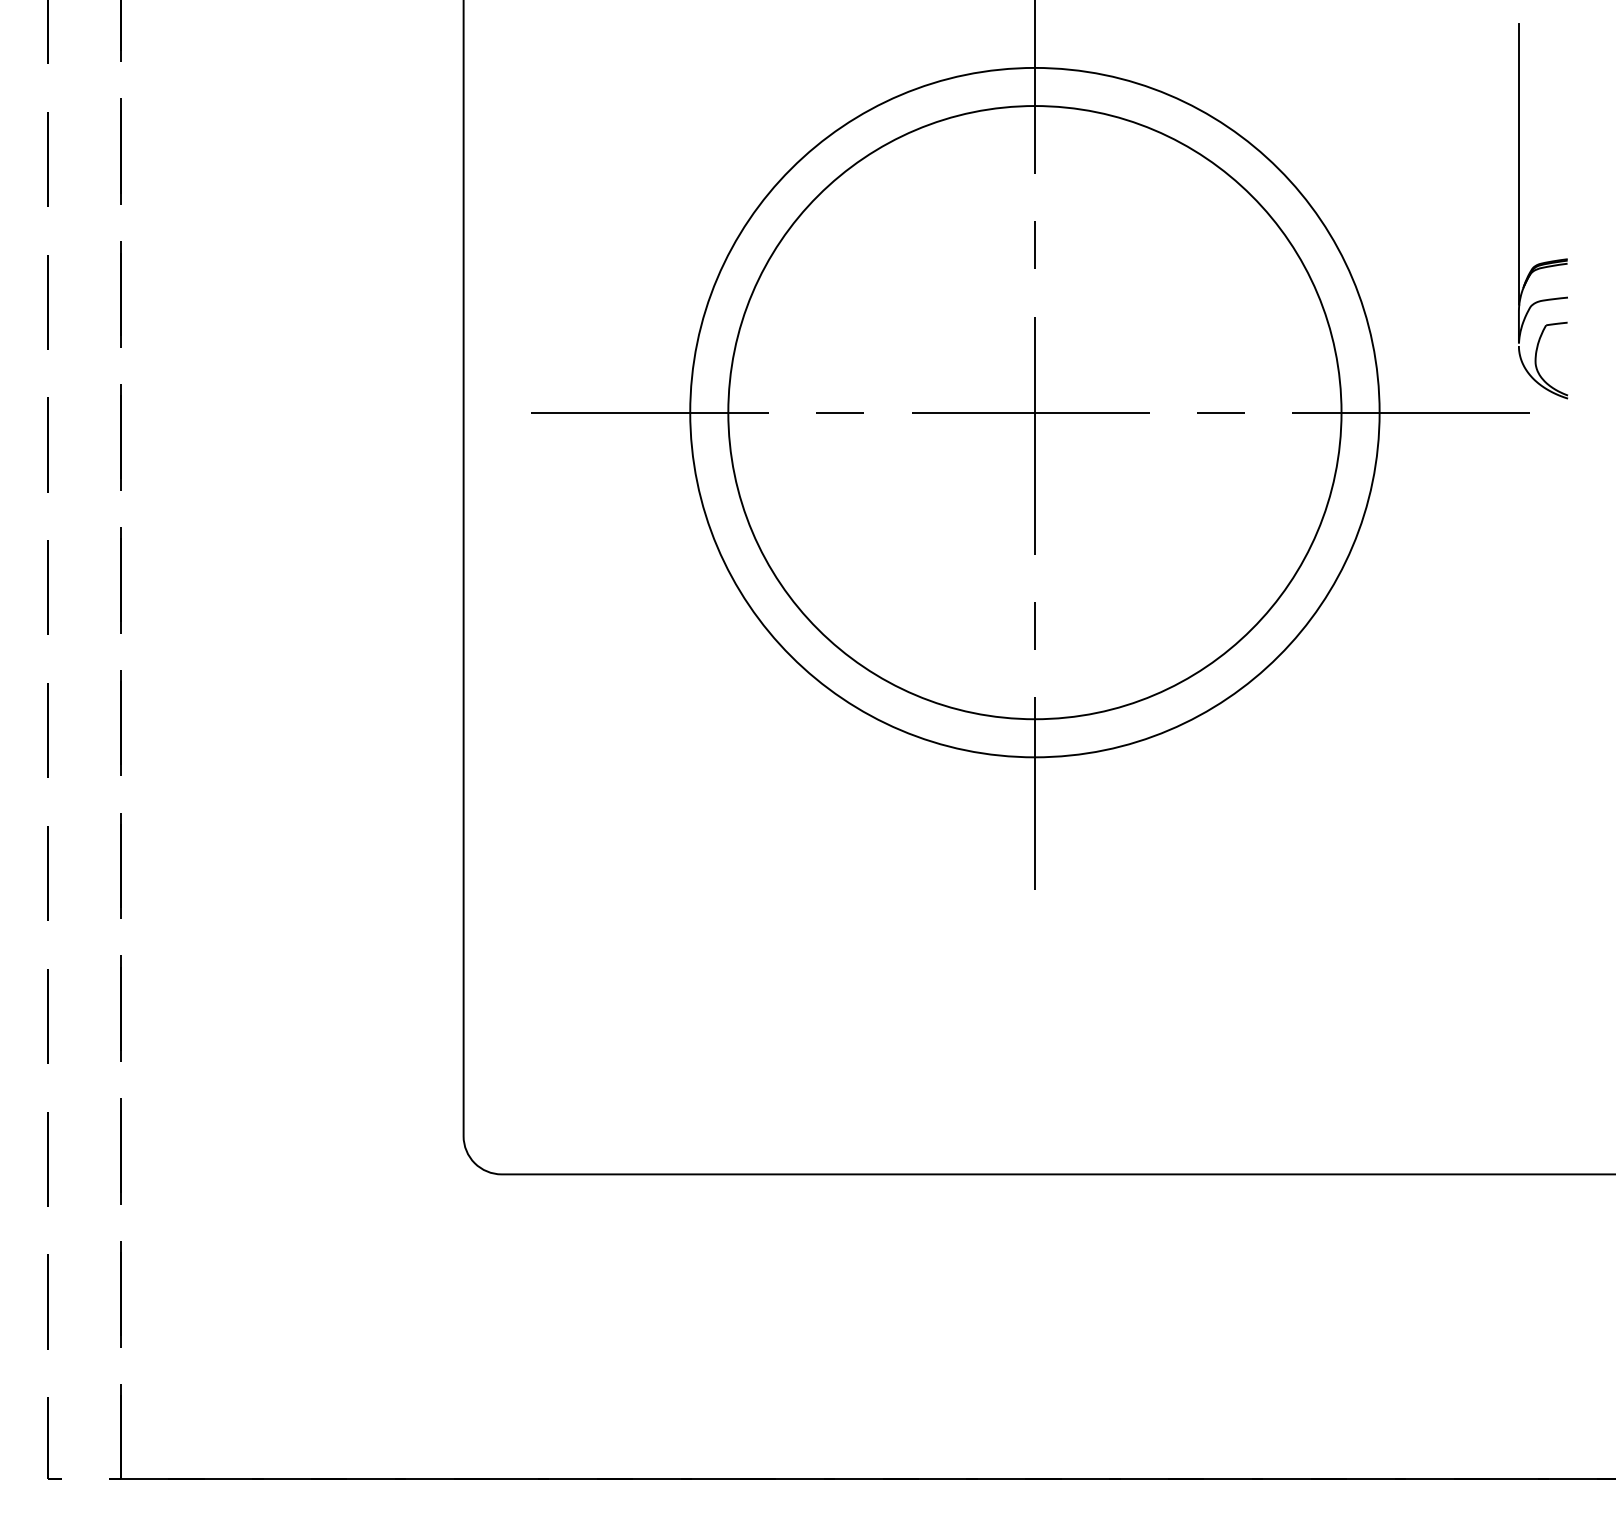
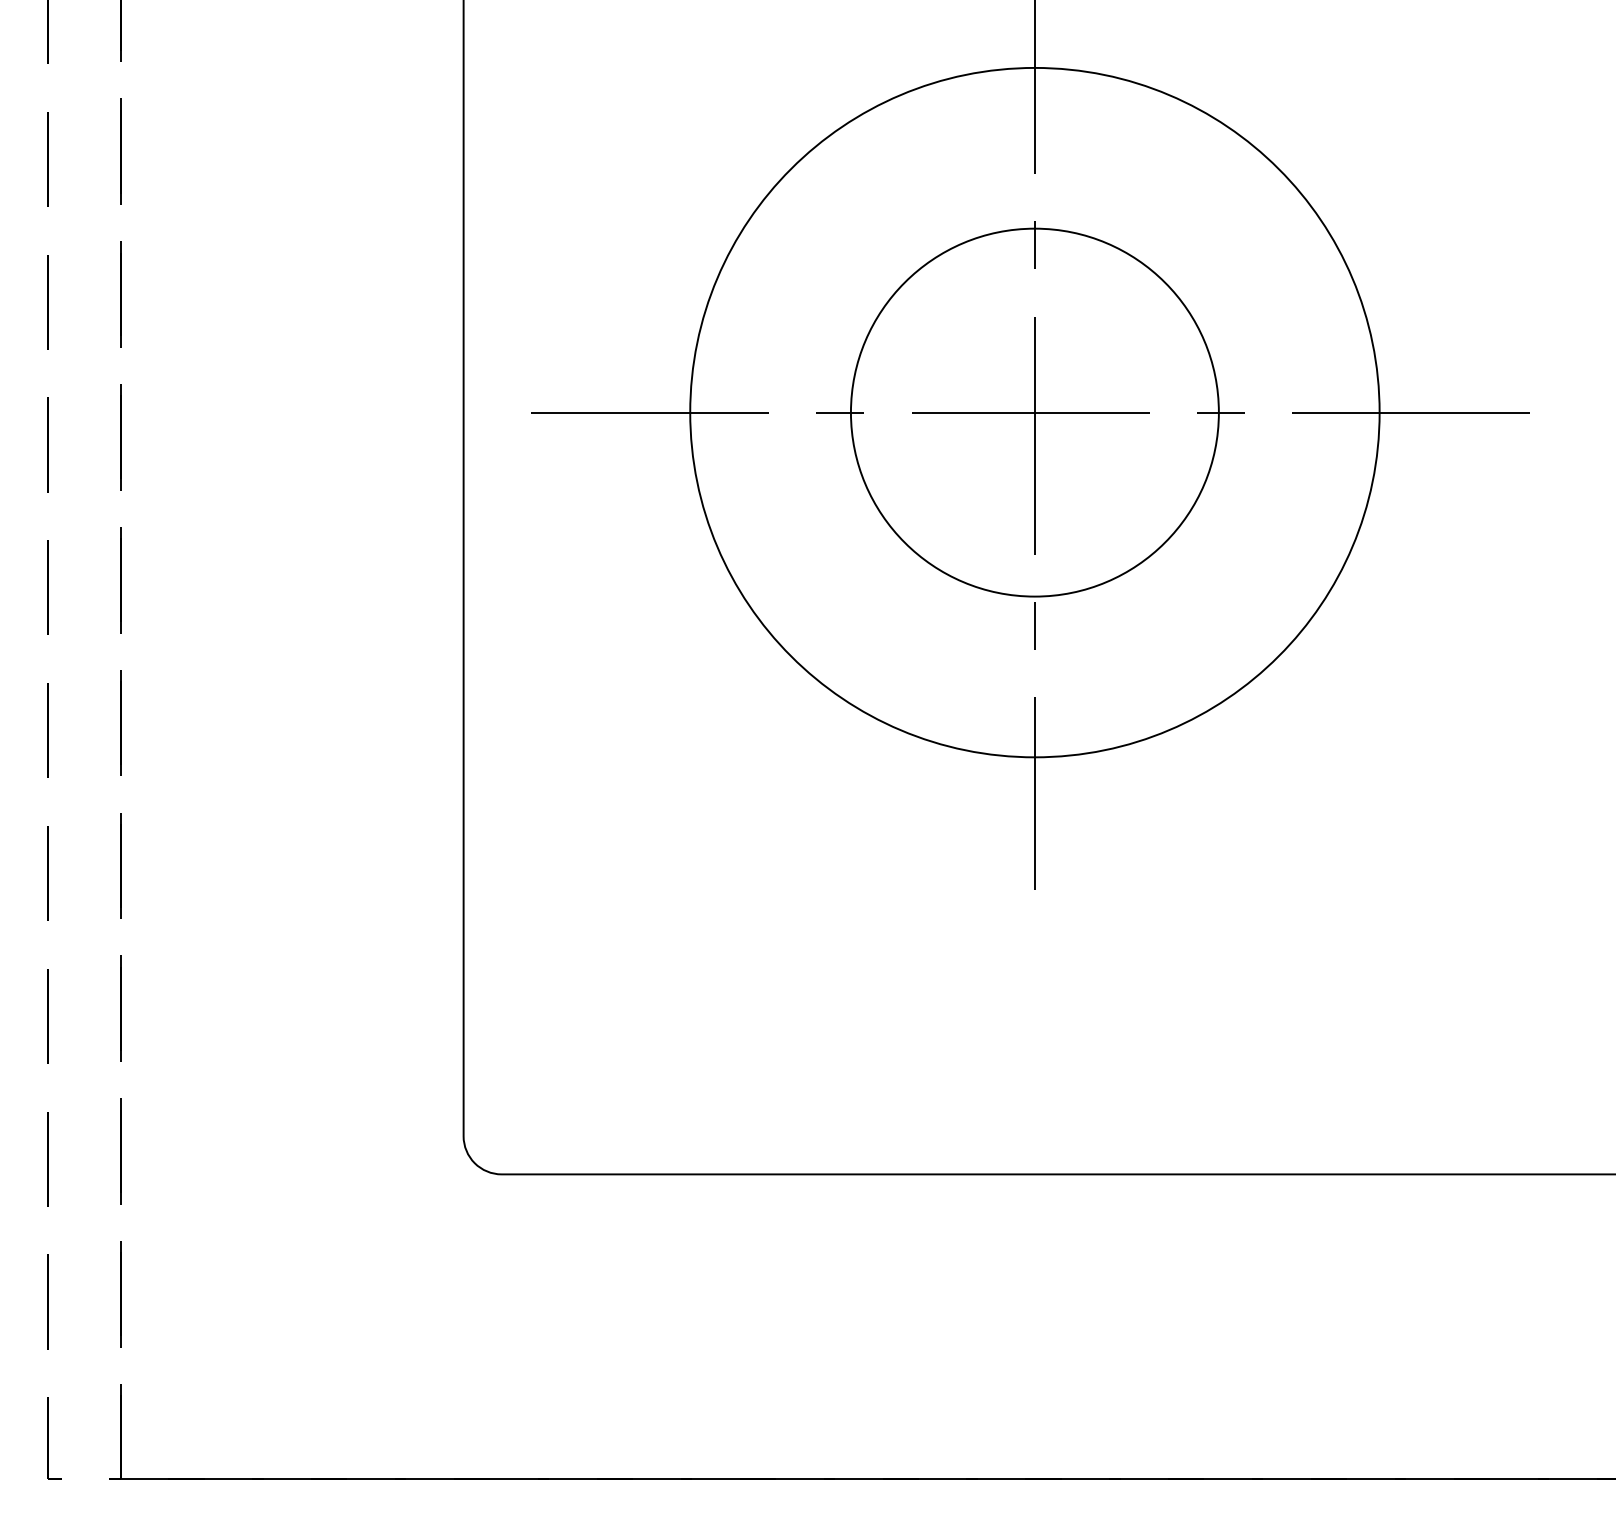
part at (1519, 211): present -> none
circle at (1034, 412) diameter: 613 px -> 368 px
